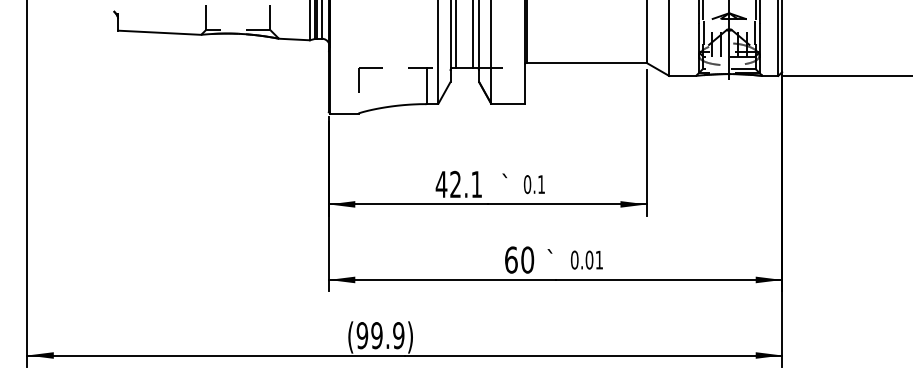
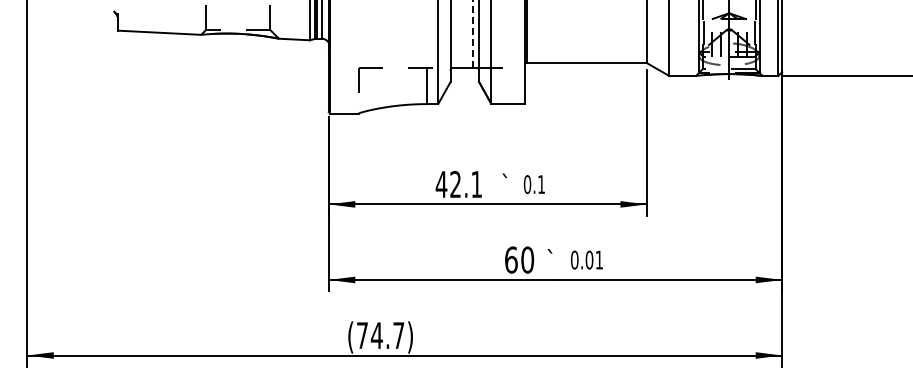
line at (473, 34): solid -> dashed
line at (456, 35): present -> none
text at (380, 335): (99.9) -> (74.7)
